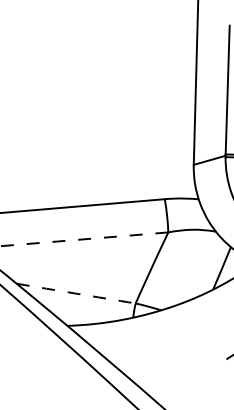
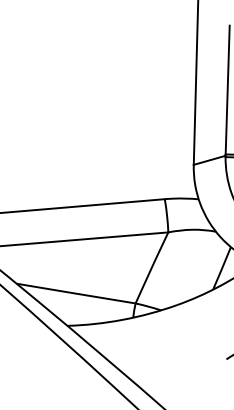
line at (83, 239): dashed -> solid
arc at (76, 293): dashed -> solid
